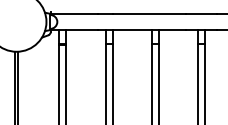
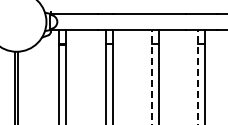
line at (151, 76): solid -> dashed
line at (198, 76): solid -> dashed
